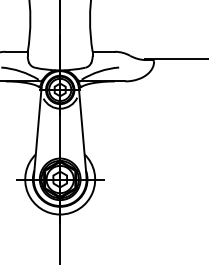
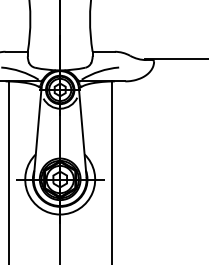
line at (8, 171): none -> present
line at (111, 171): none -> present
